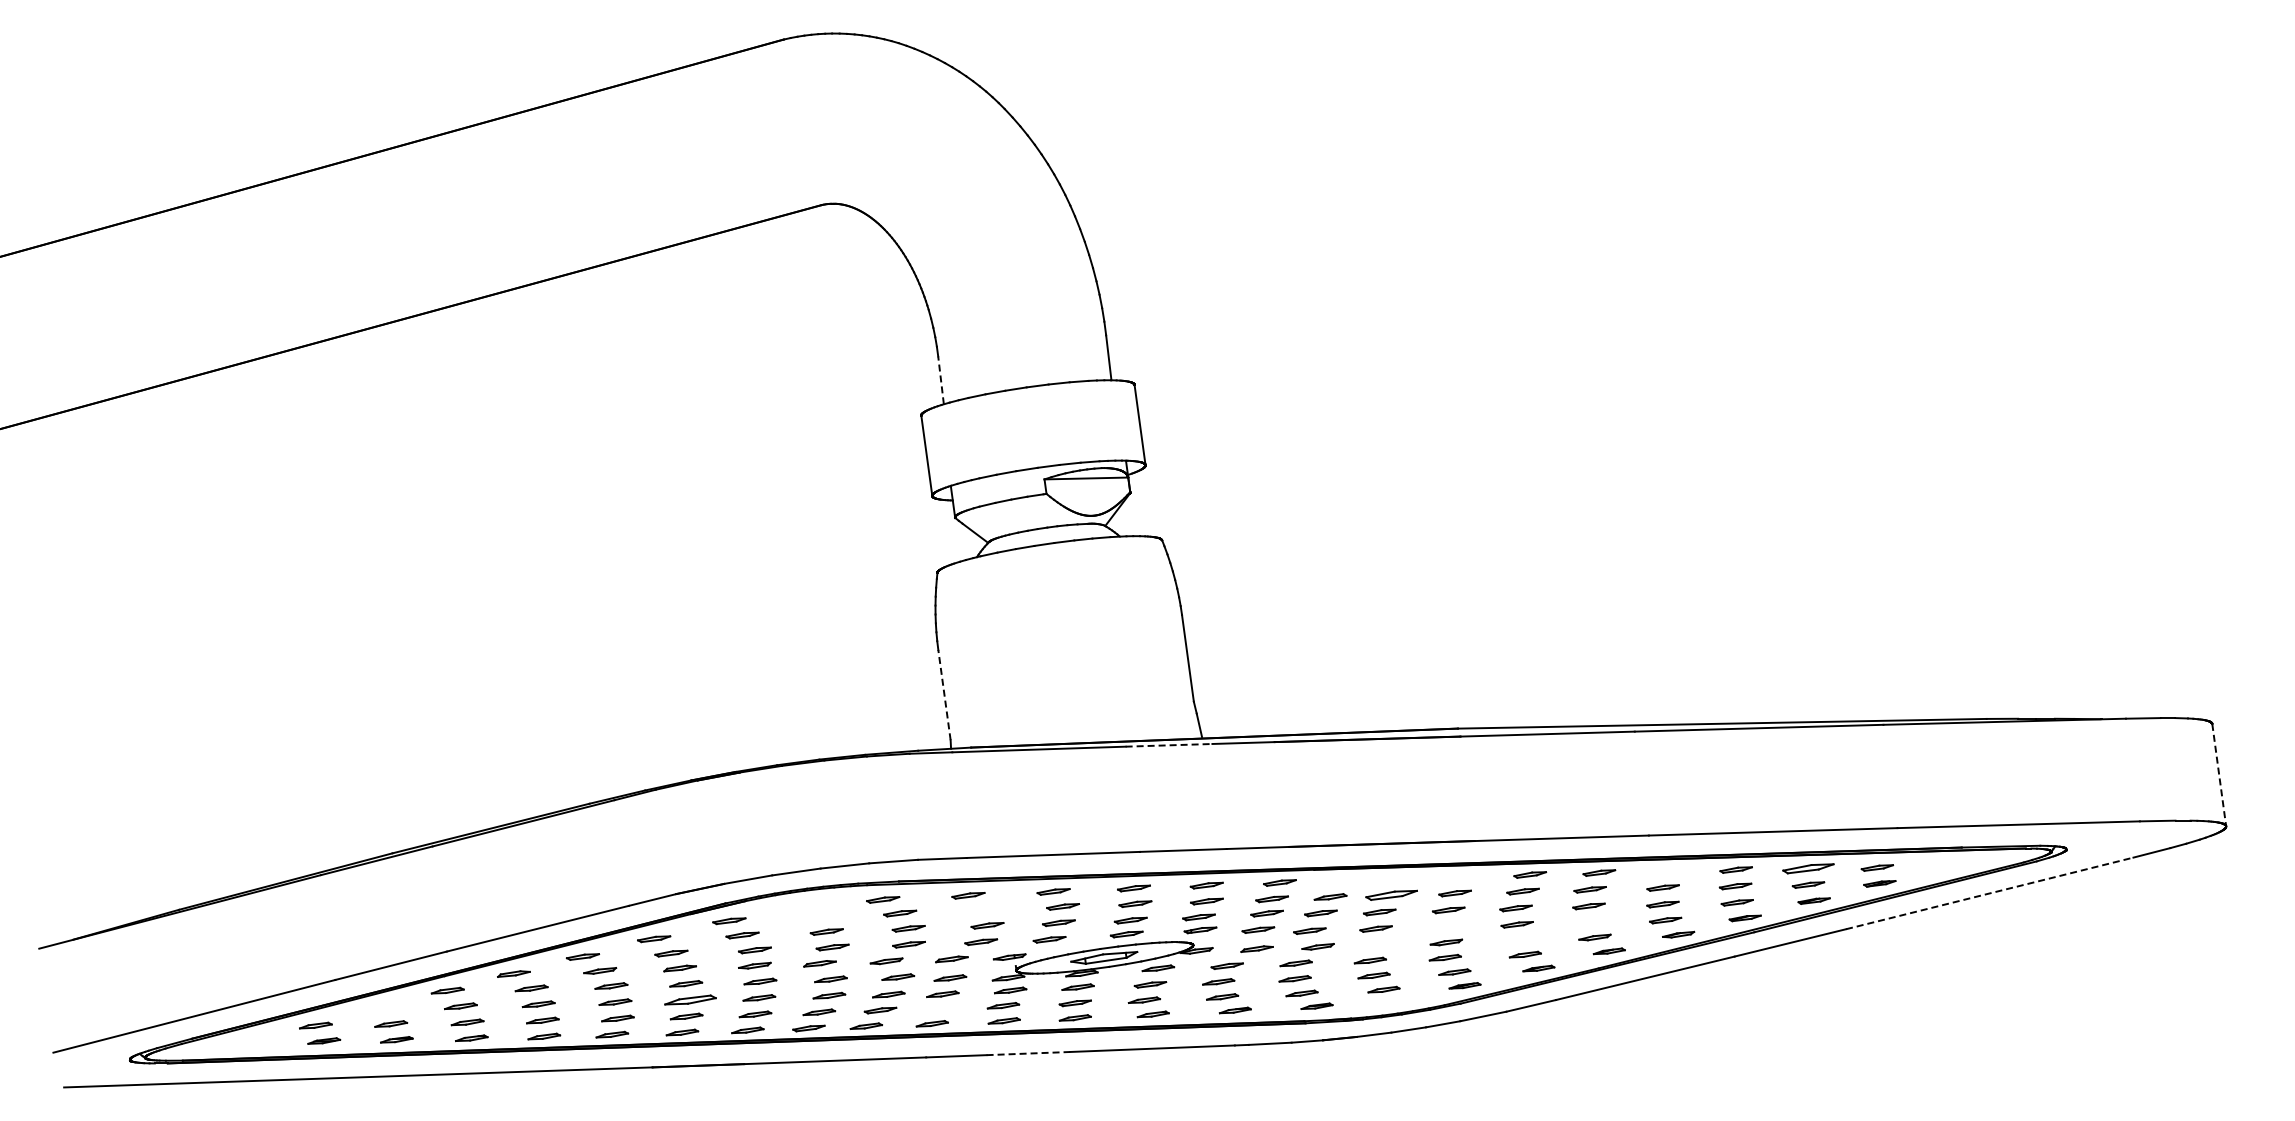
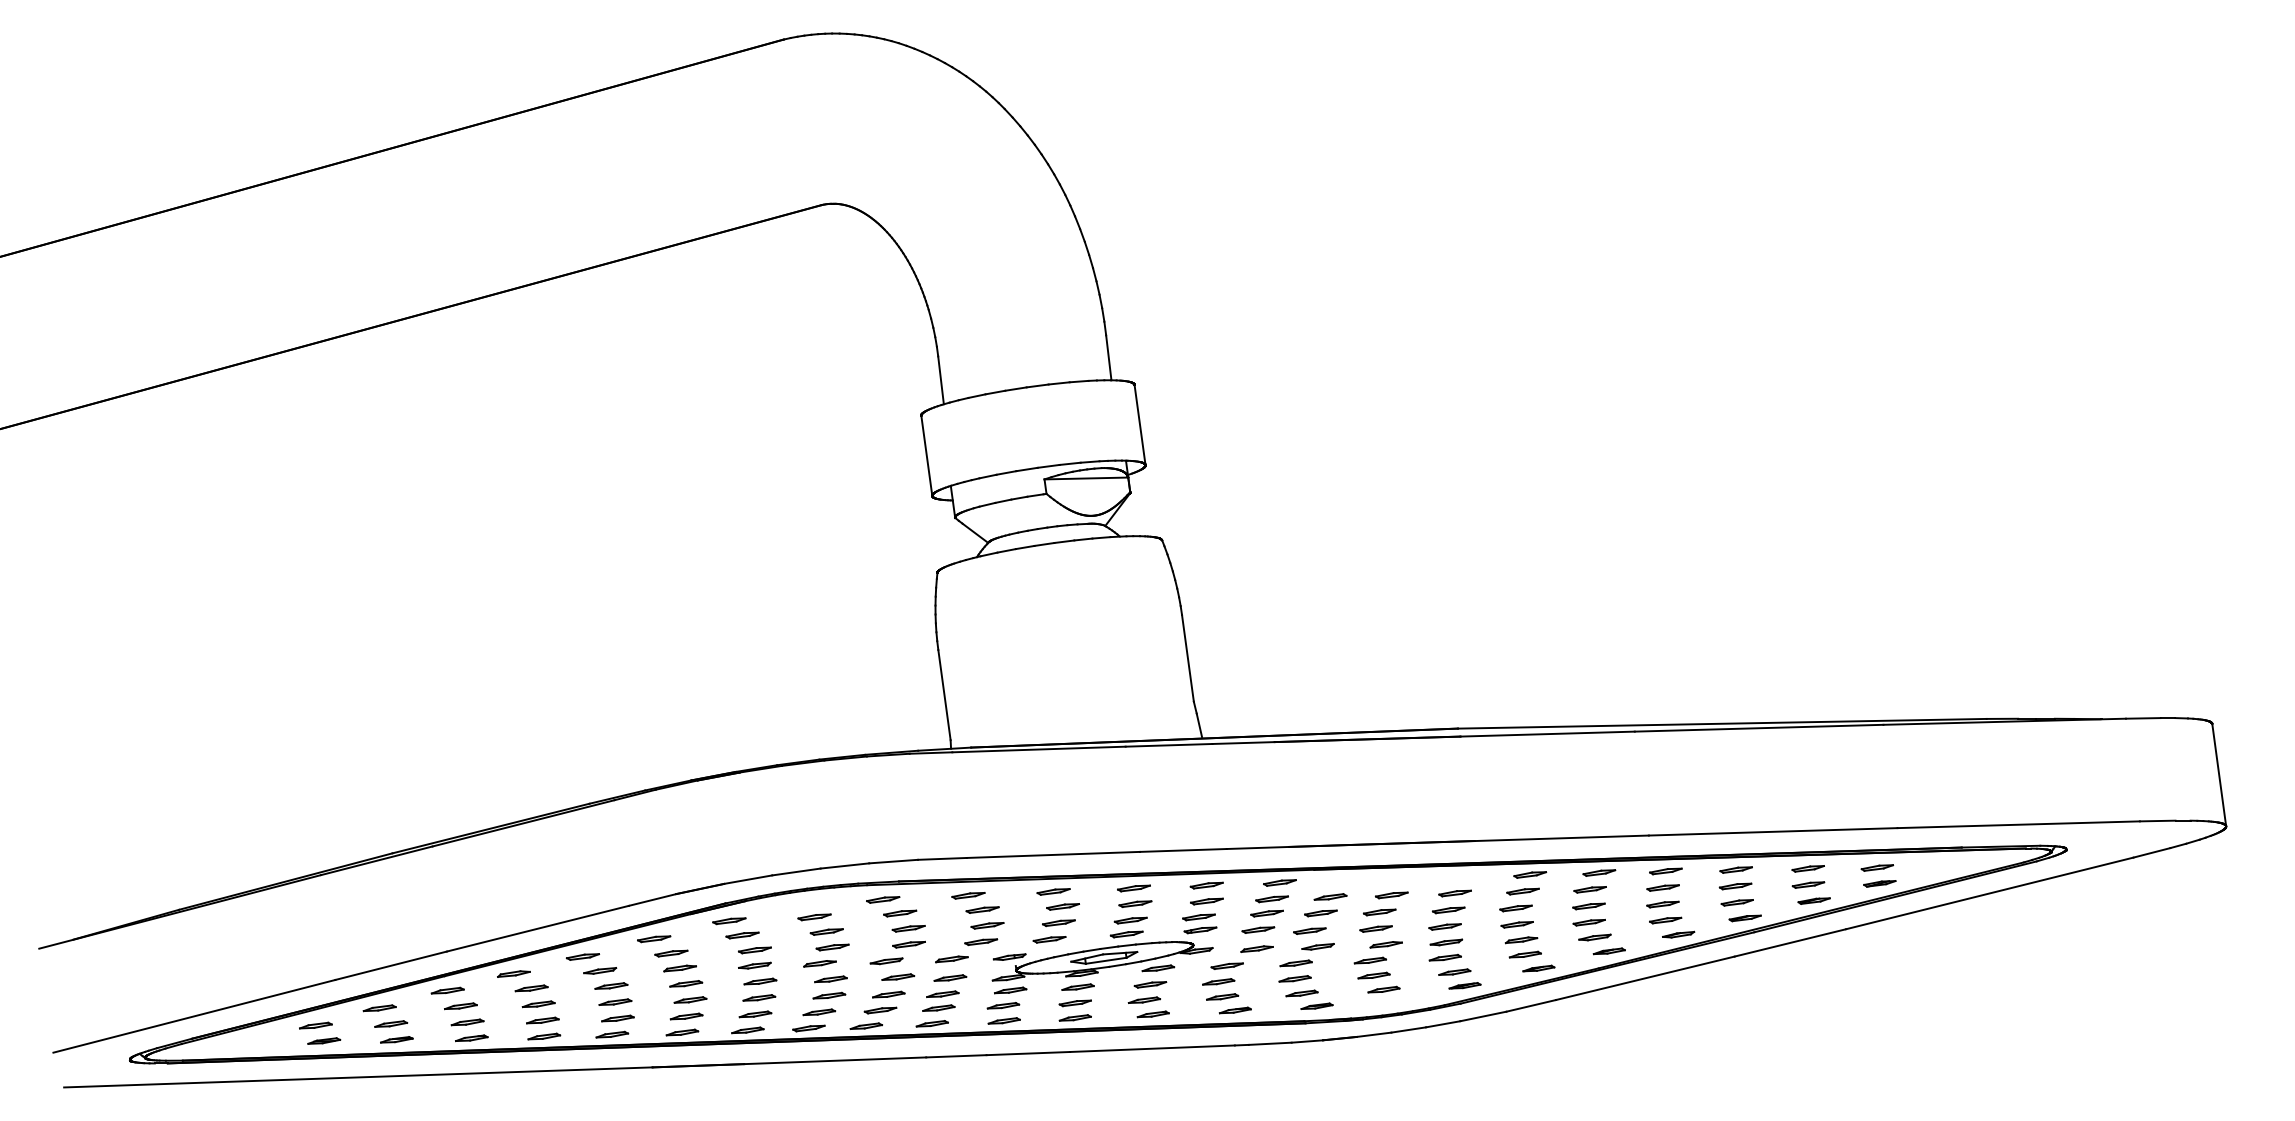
line at (940, 379): dashed -> solid
line at (944, 695): dashed -> solid
line at (1169, 745): dashed -> solid
line at (2219, 775): dashed -> solid
part at (1808, 868) size: 53x12 px -> 34x8 px
part at (1665, 871): none -> present
line at (1990, 893): dashed -> solid
part at (1391, 894) size: 53x12 px -> 34x9 px
part at (982, 909): none -> present
part at (814, 917): none -> present
part at (1588, 922): none -> present
part at (1444, 926): none -> present
part at (1521, 940): none -> present
part at (1385, 944): none -> present
part at (690, 999) size: 53x12 px -> 35x8 px
part at (938, 1007): none -> present
part at (379, 1008): none -> present
line at (1028, 1053): dashed -> solid
